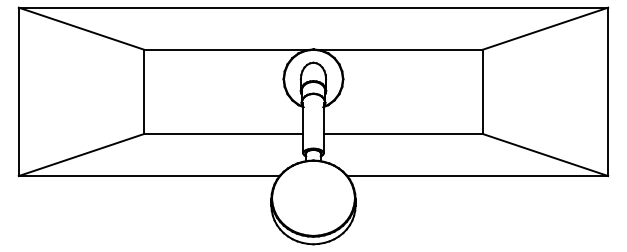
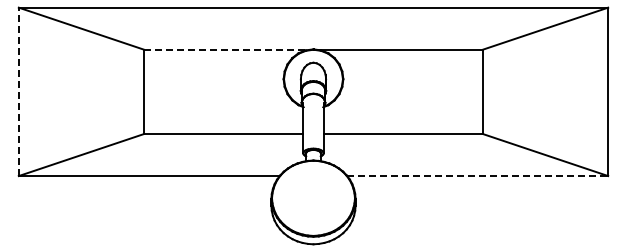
line at (227, 49): solid -> dashed
line at (18, 91): solid -> dashed
line at (478, 176): solid -> dashed
